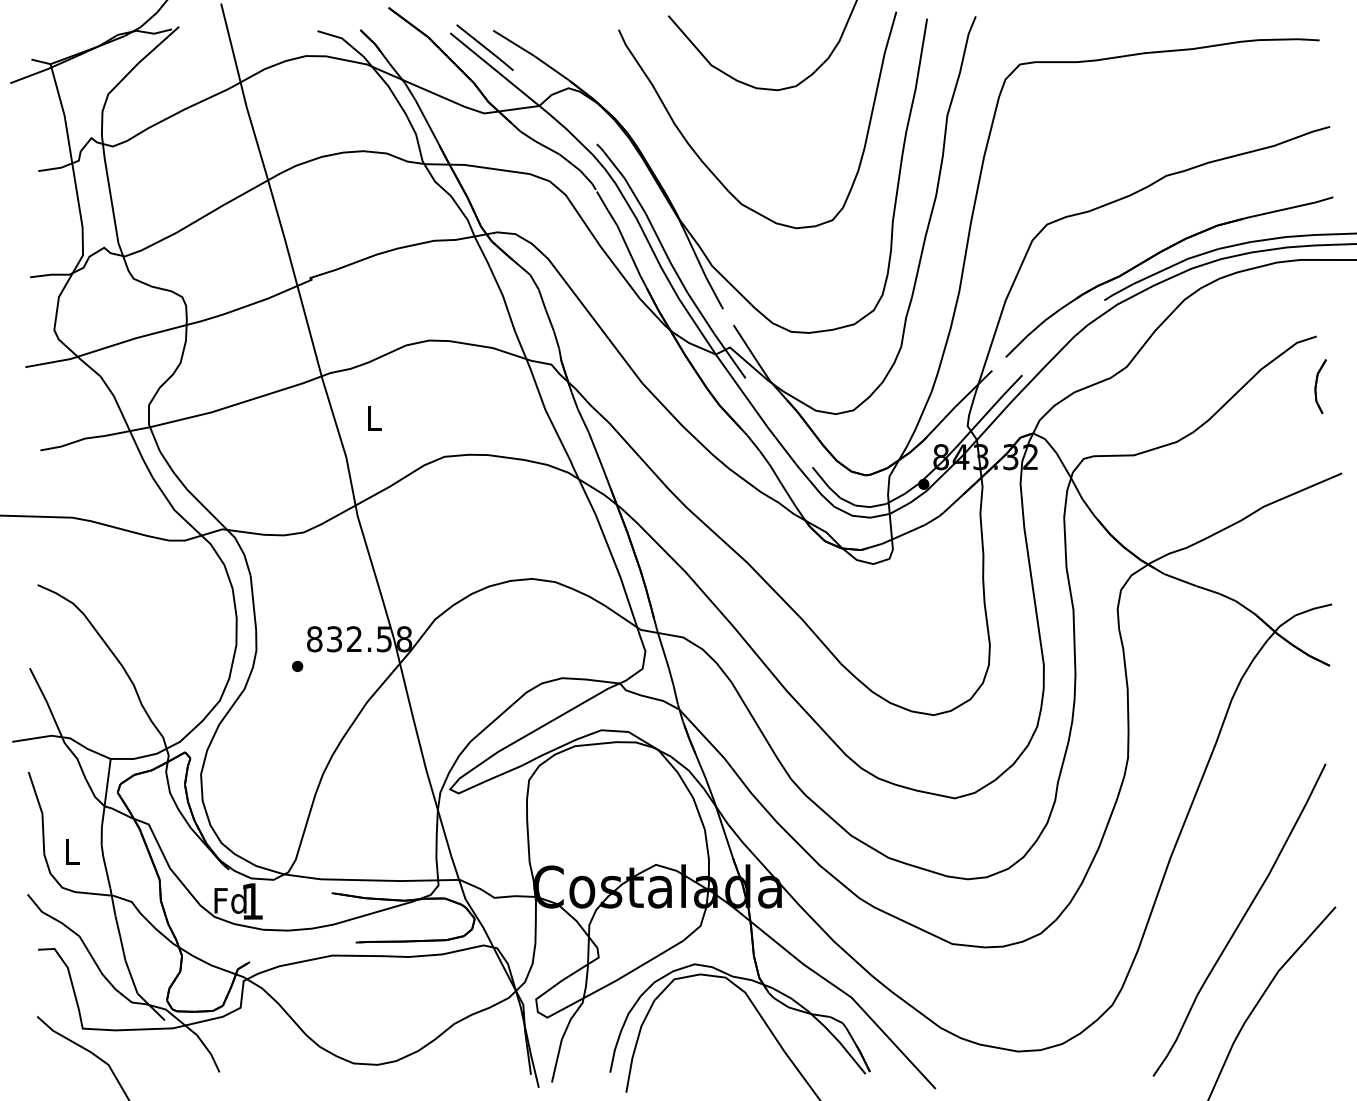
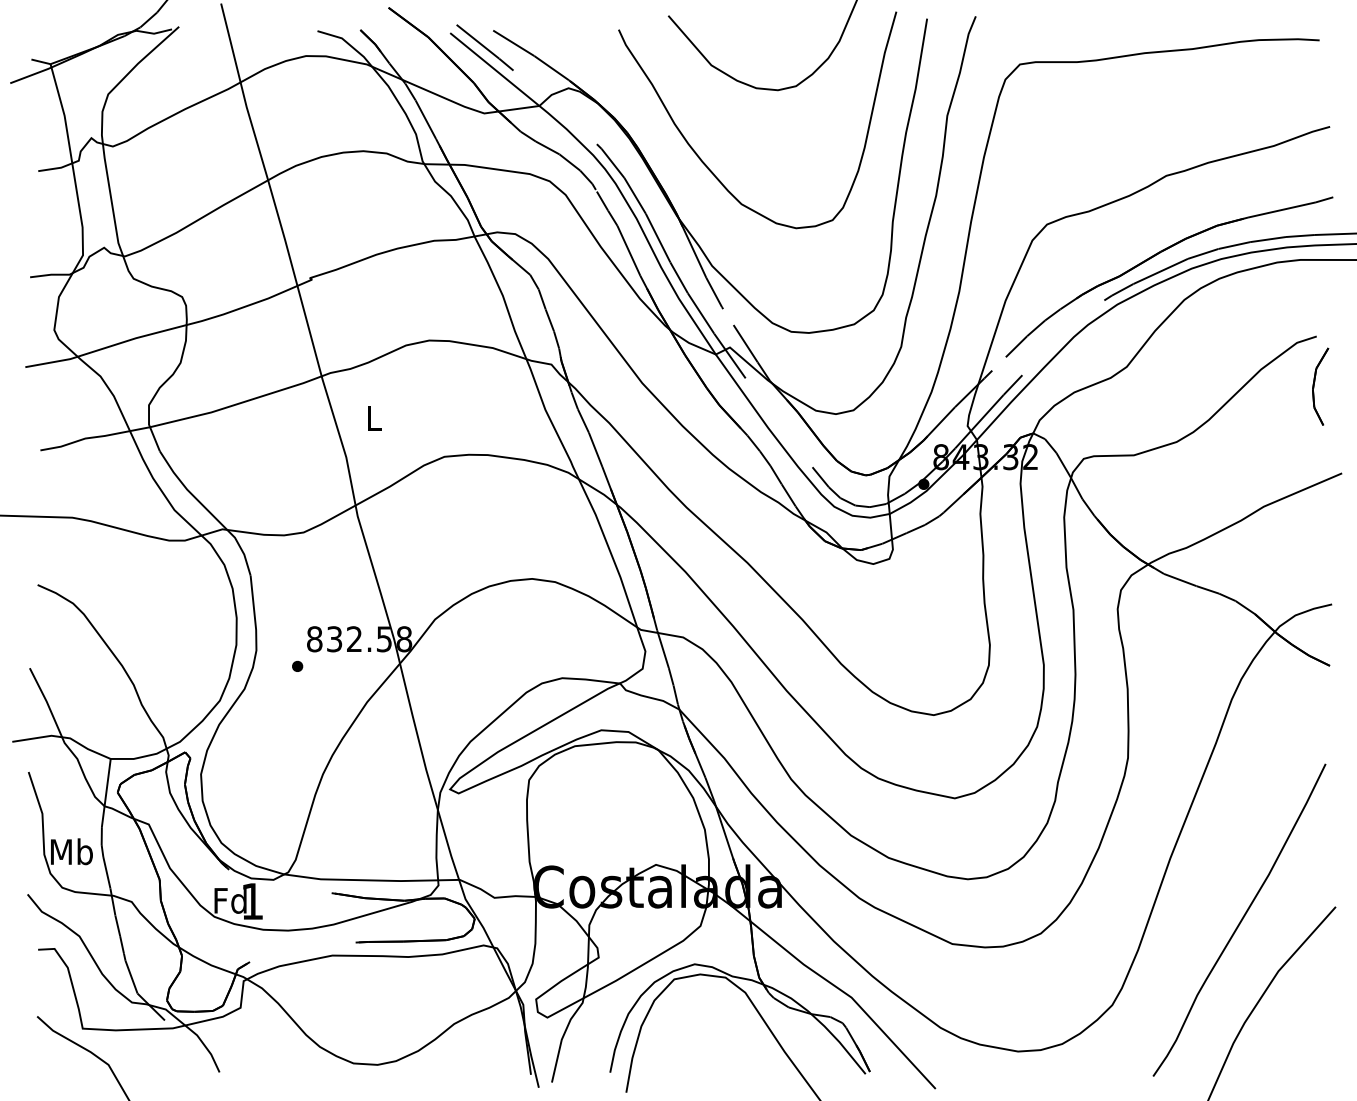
part at (1320, 386) size: 13x55 px -> 18x79 px
text at (71, 851): L -> Mb
